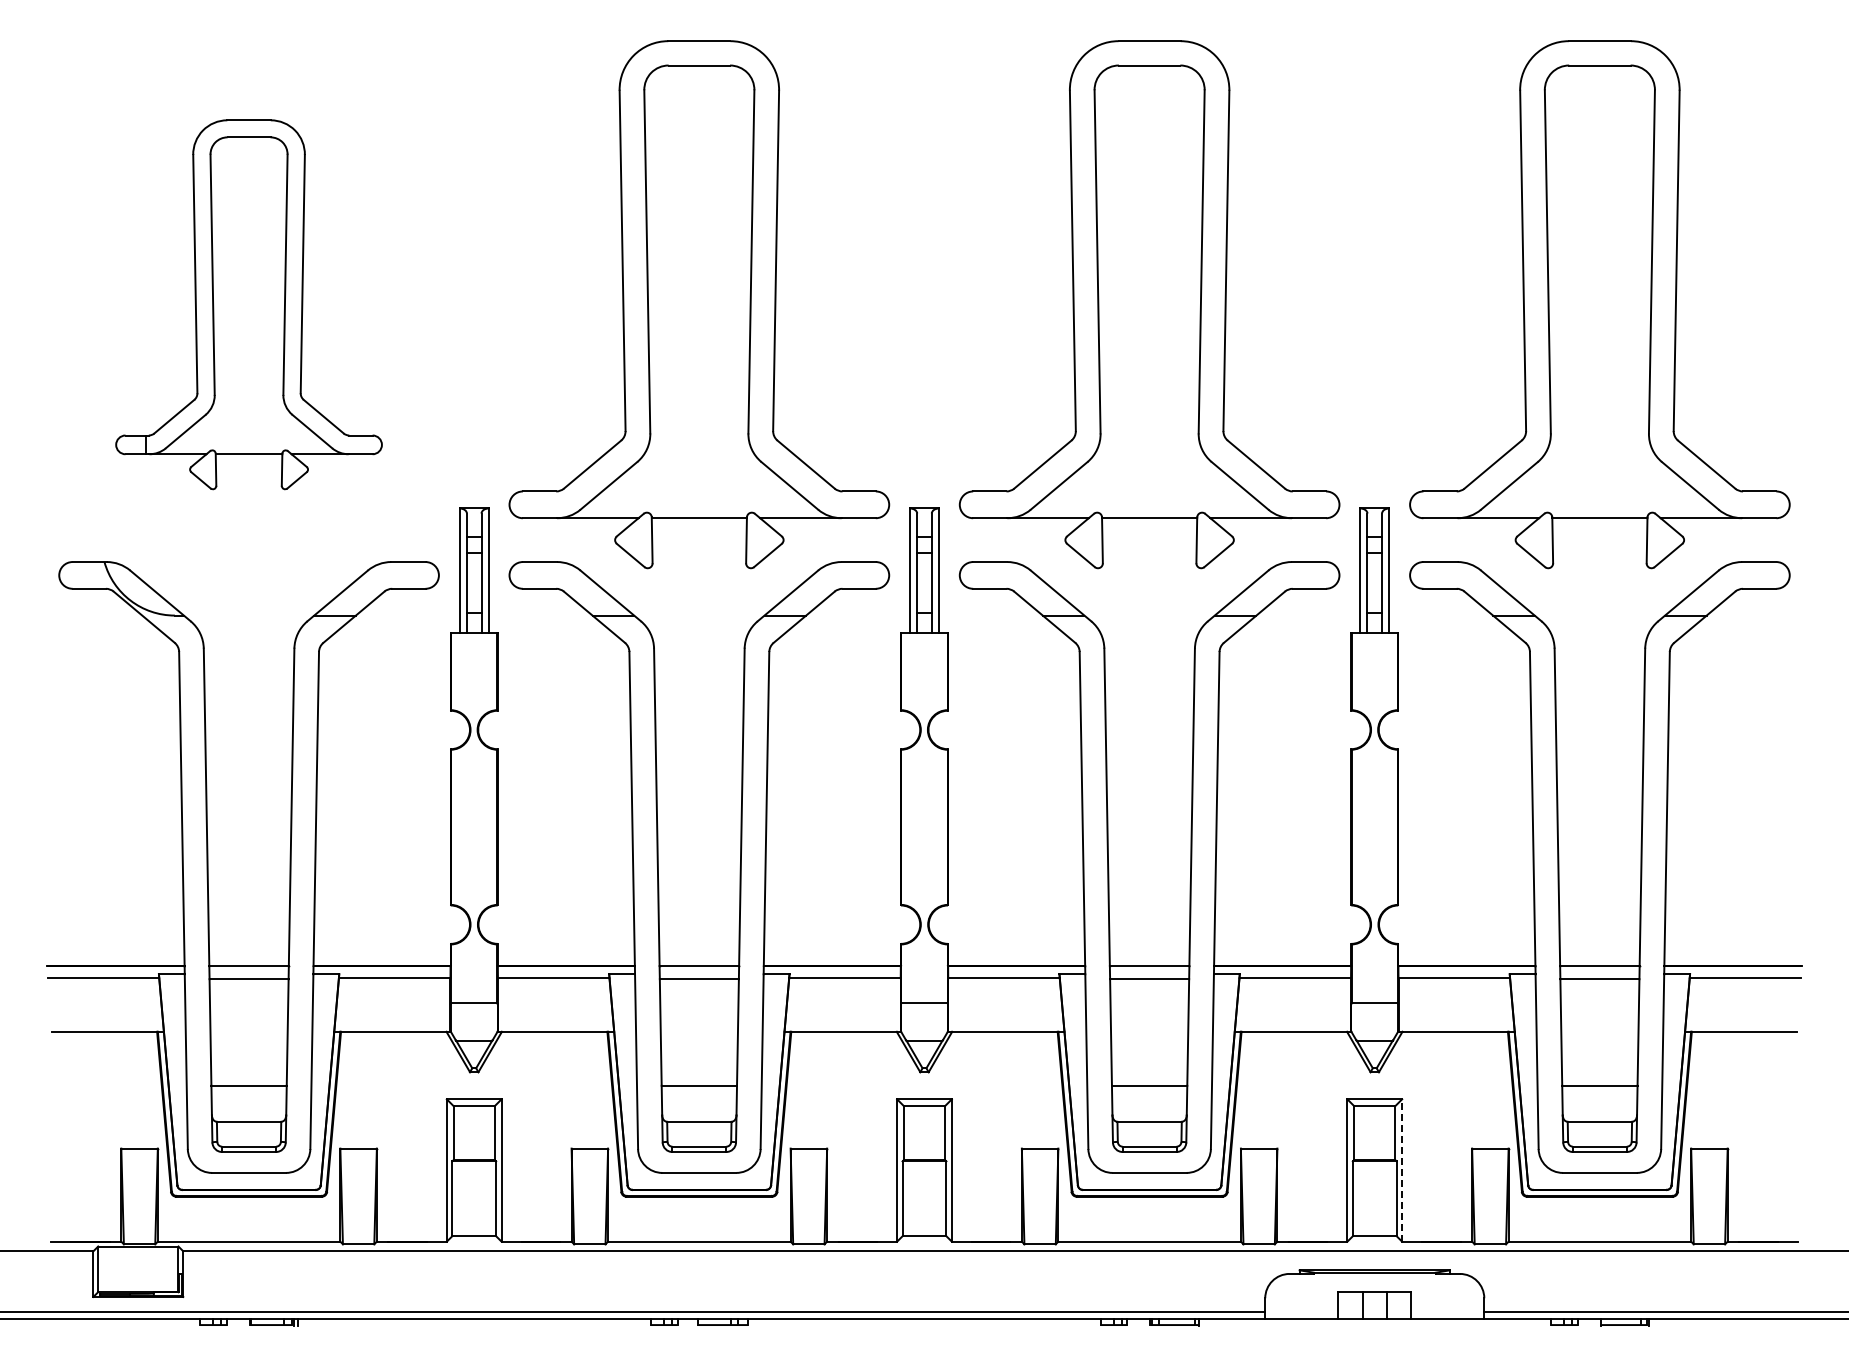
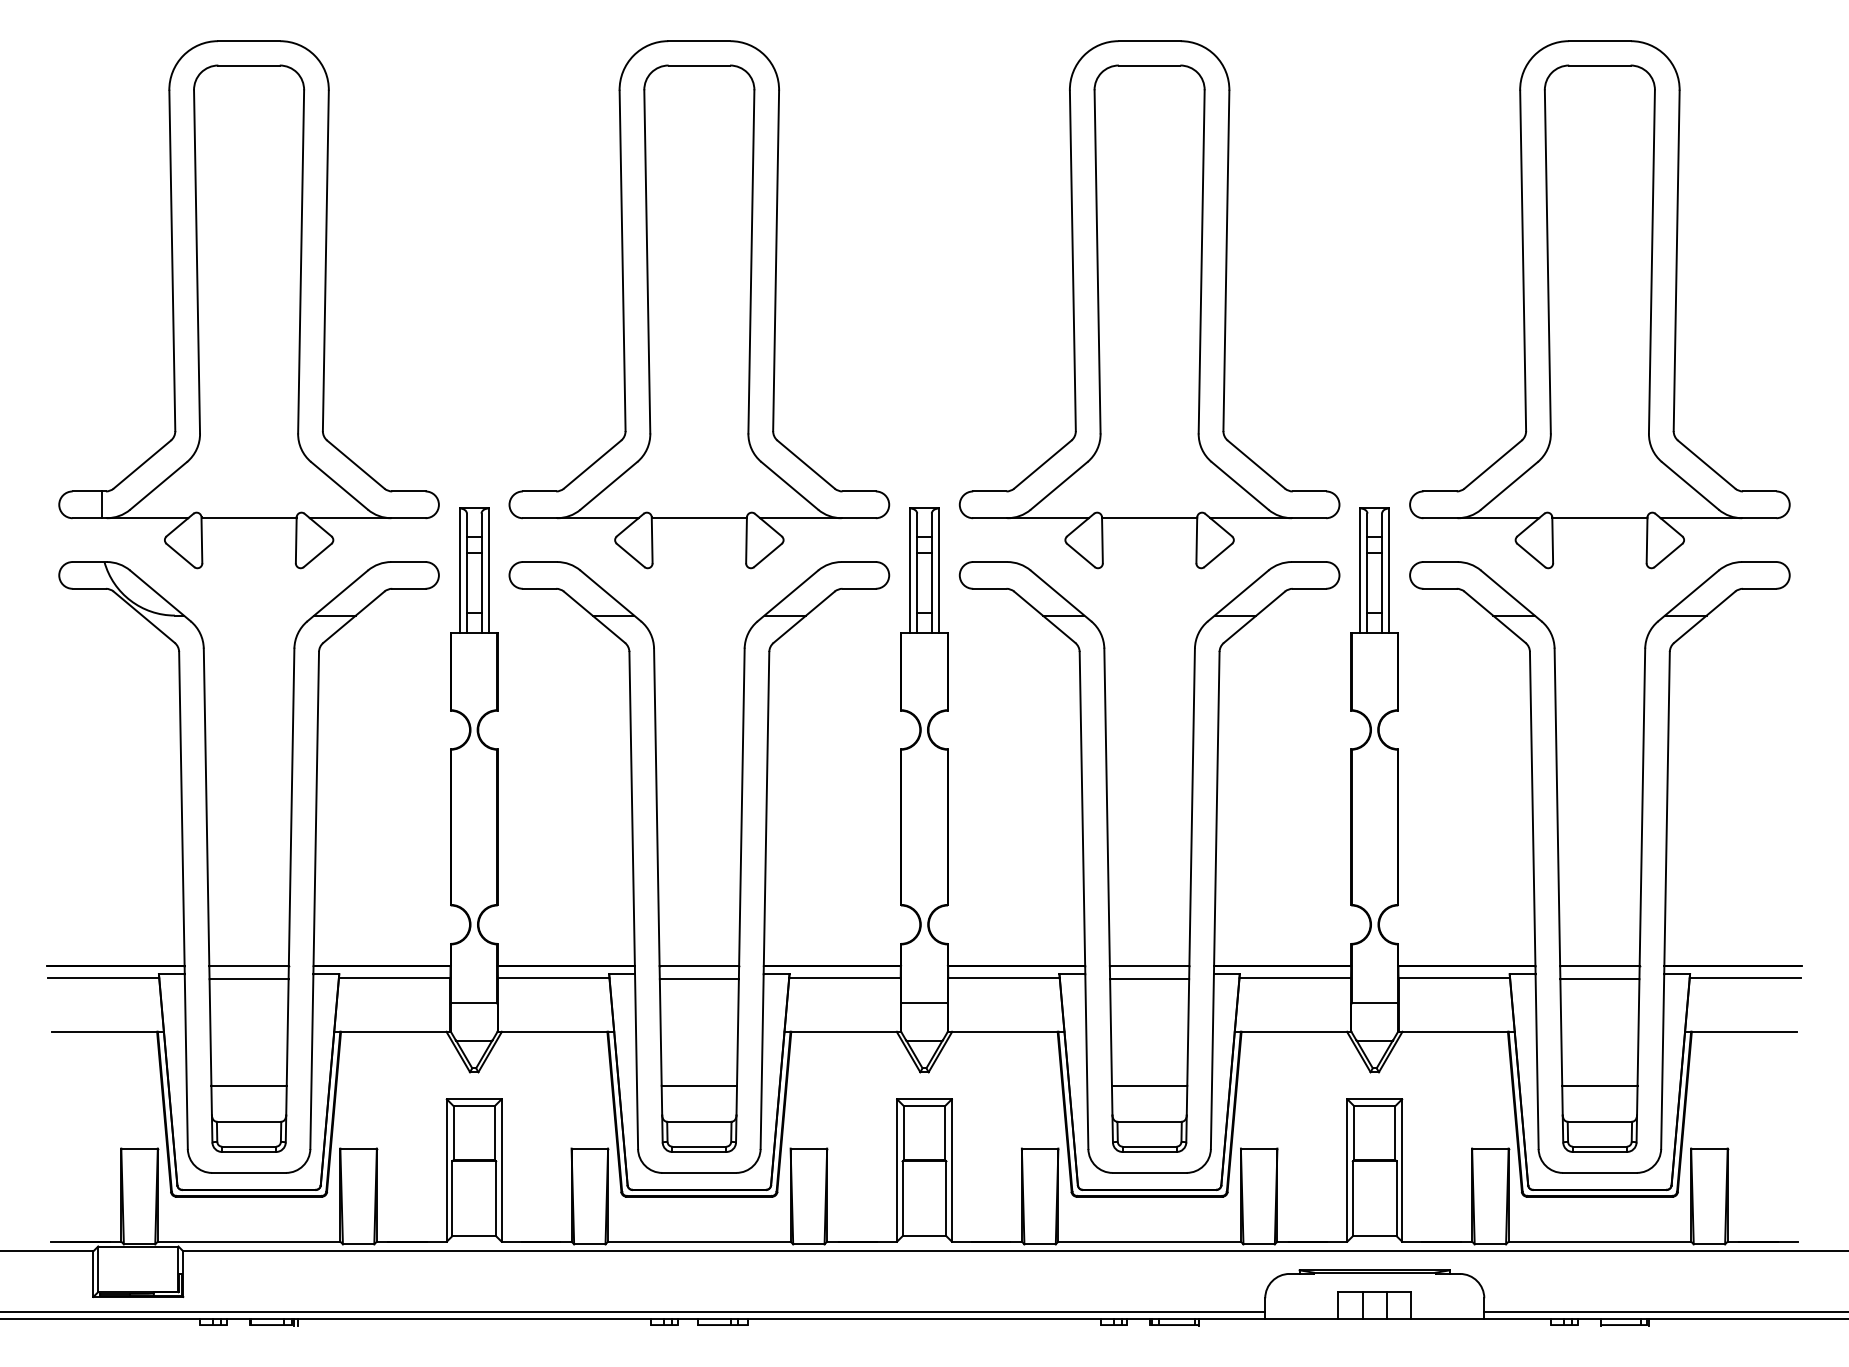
part at (248, 304) size: 268x372 px -> 382x530 px
line at (1402, 1170): dashed -> solid
